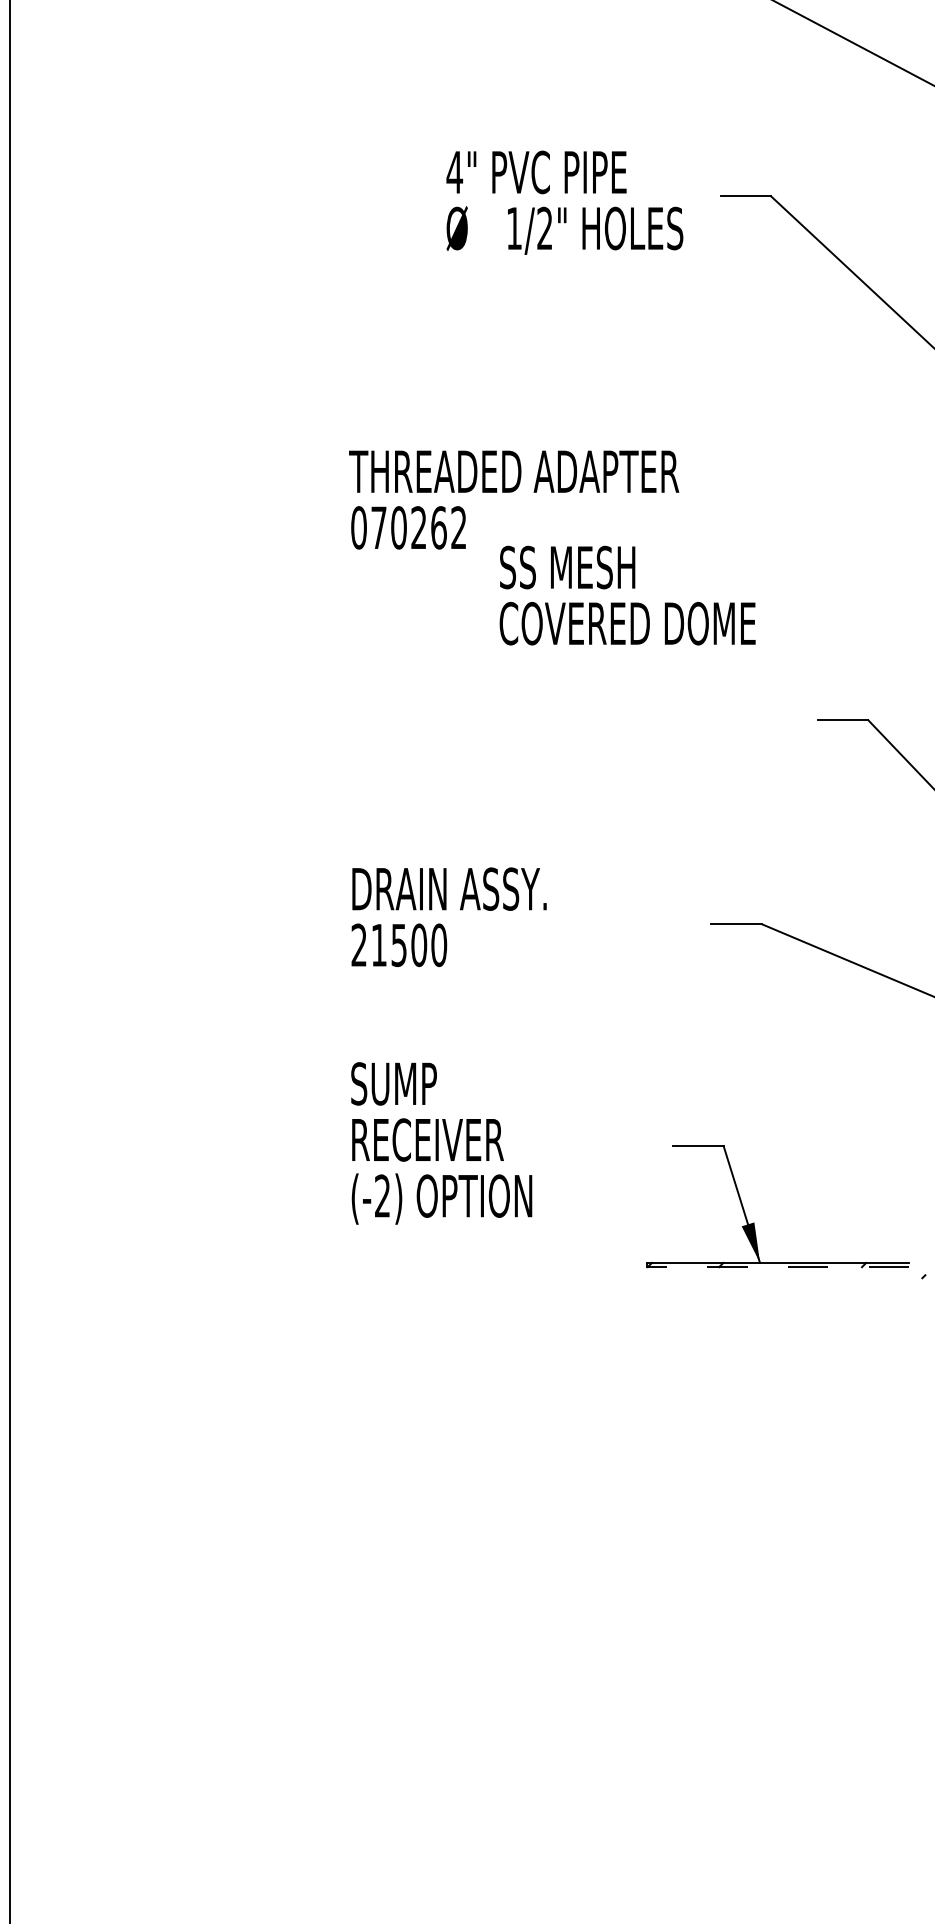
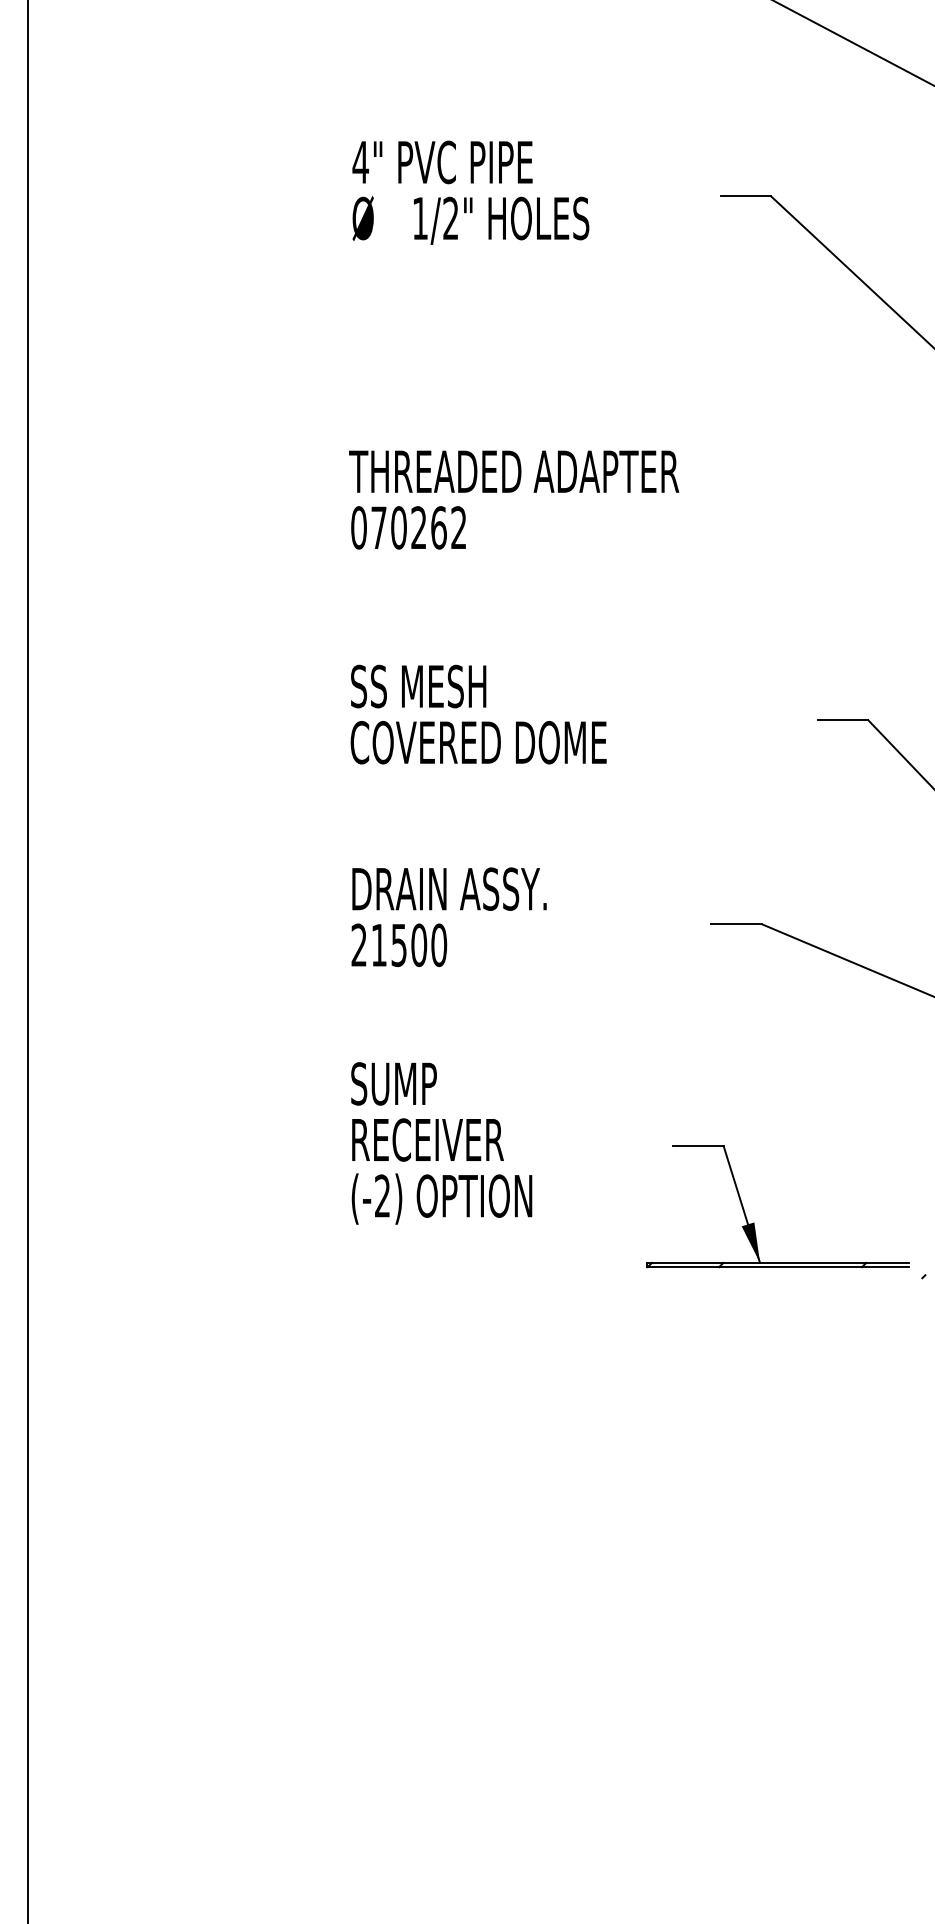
text at (564, 202) position: (564, 202) -> (470, 192)
text at (627, 595) position: (627, 595) -> (478, 714)
line at (9, 961) position: (9, 961) -> (27, 961)
line at (777, 1267): dashed -> solid
